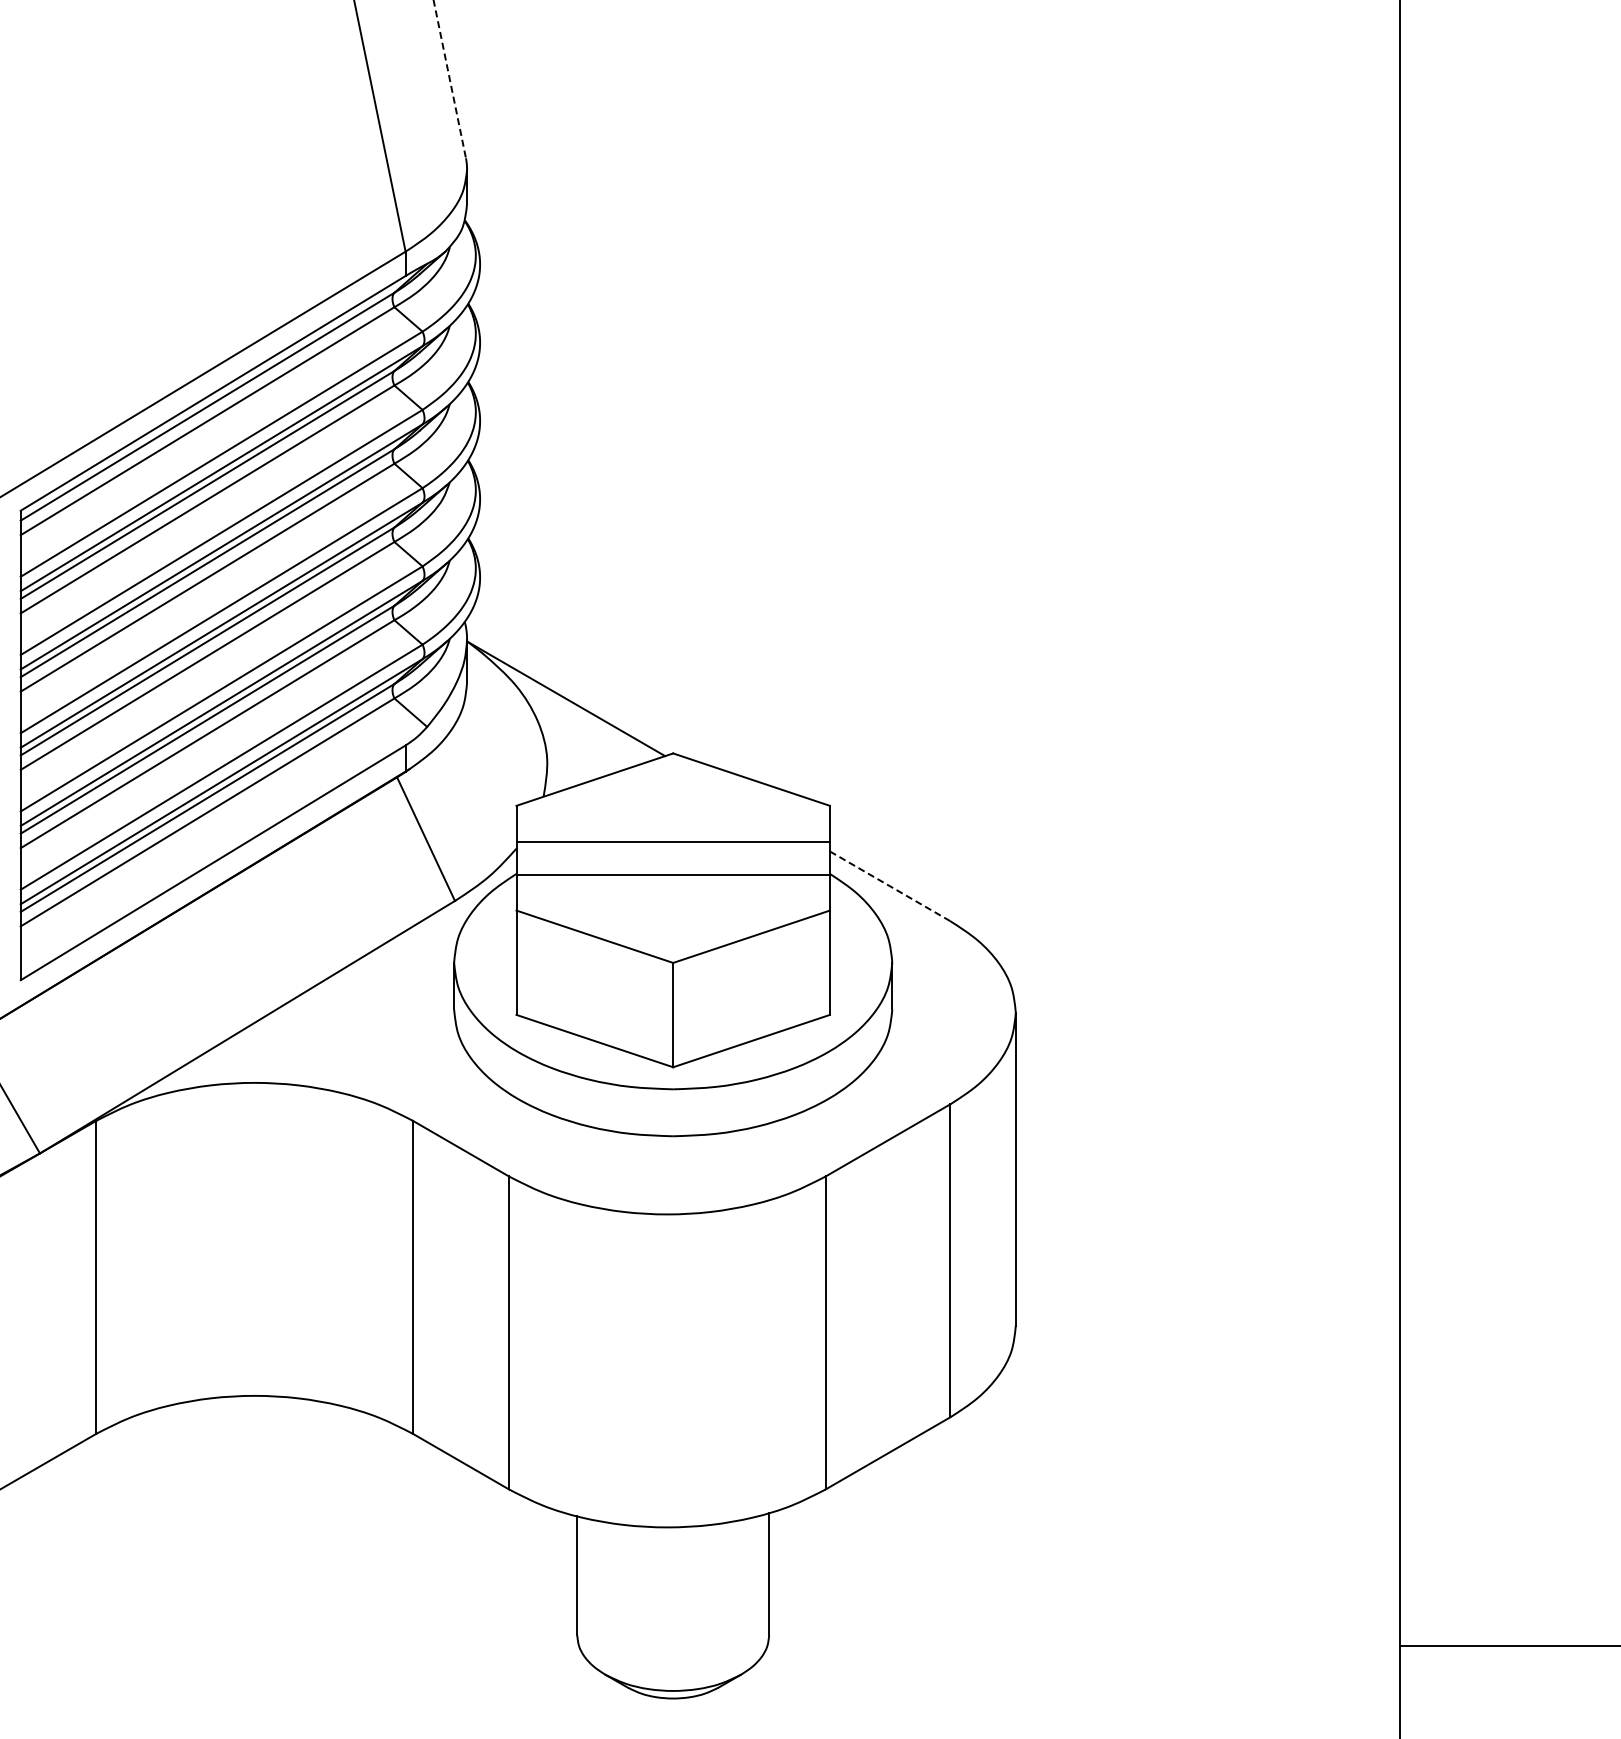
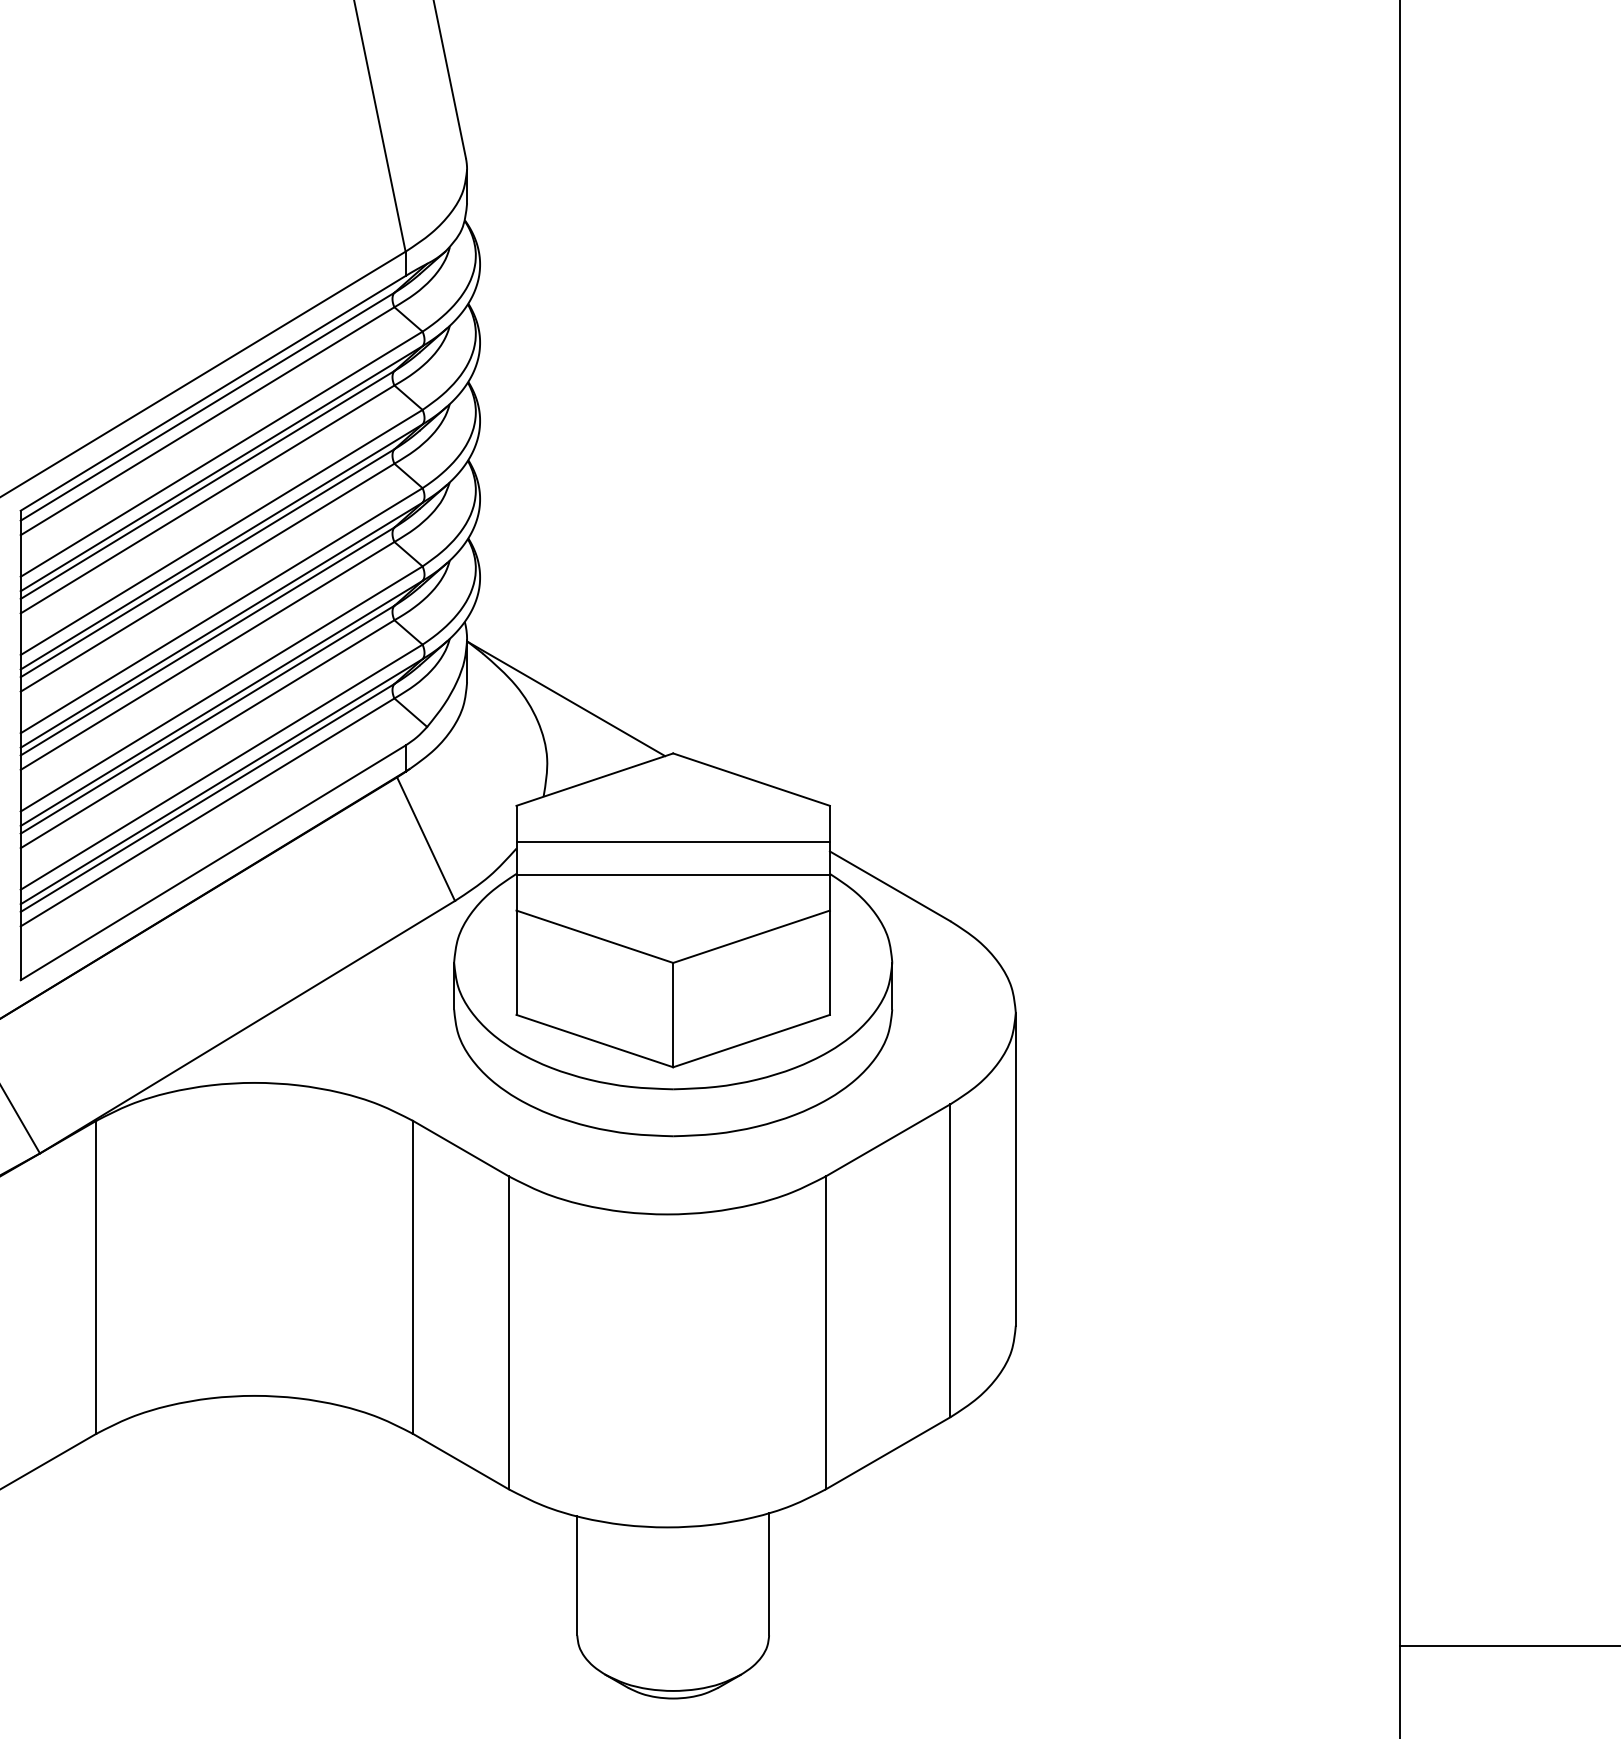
line at (449, 79): dashed -> solid
line at (890, 886): dashed -> solid
